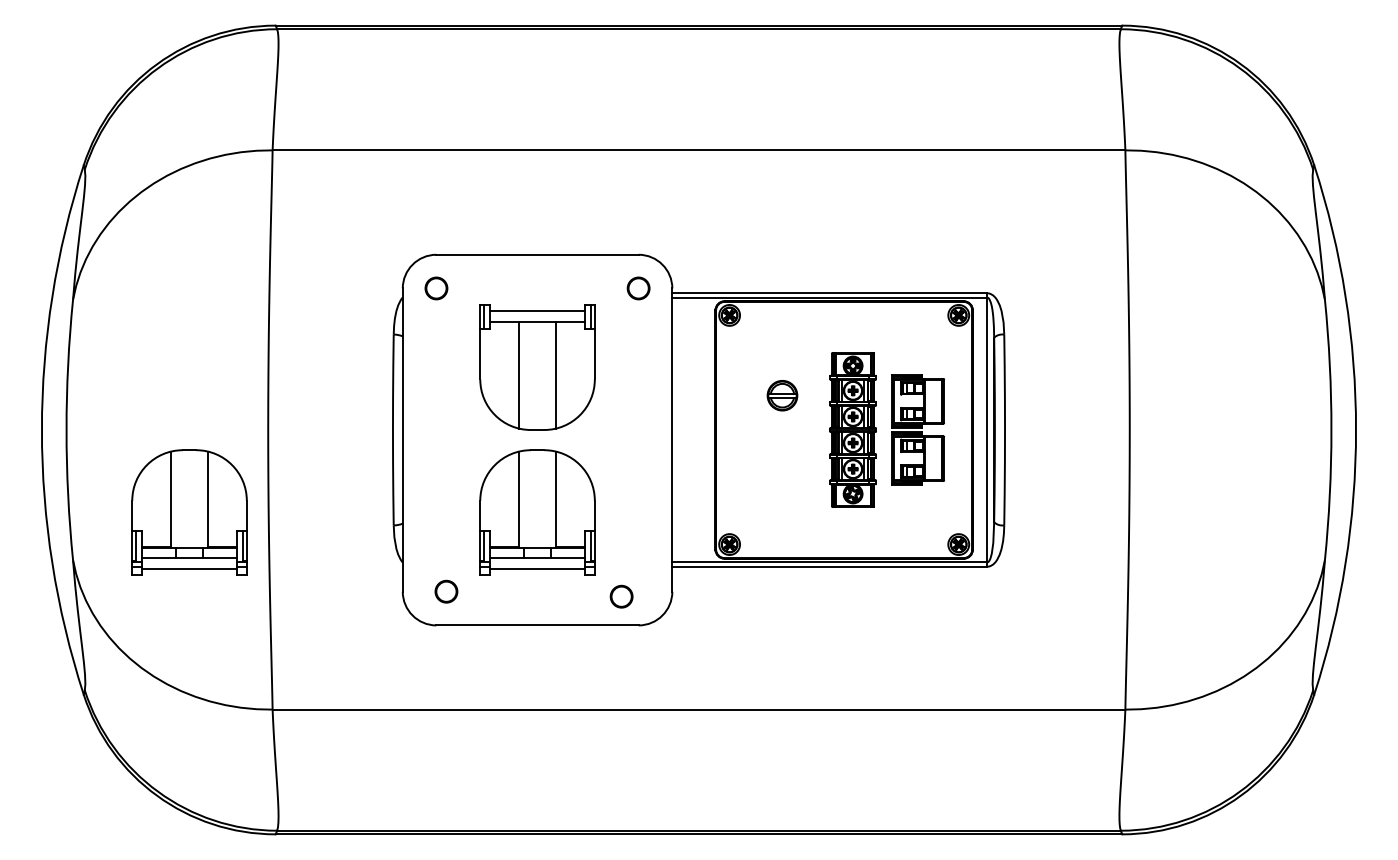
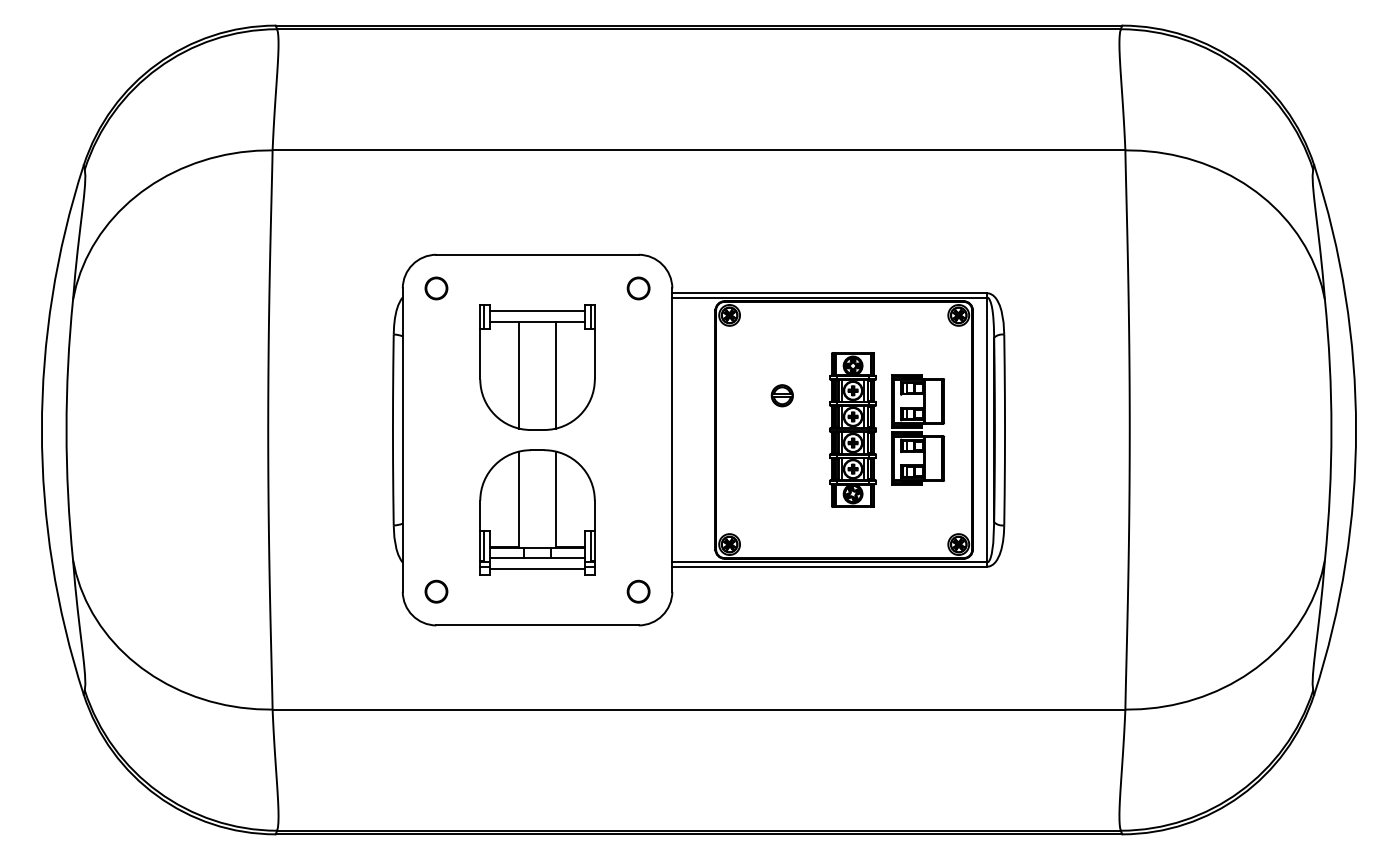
part at (782, 395) size: 33x32 px -> 24x24 px
part at (189, 512): present -> none
part at (446, 591) position: (446, 591) -> (436, 591)
part at (621, 596) position: (621, 596) -> (638, 591)
